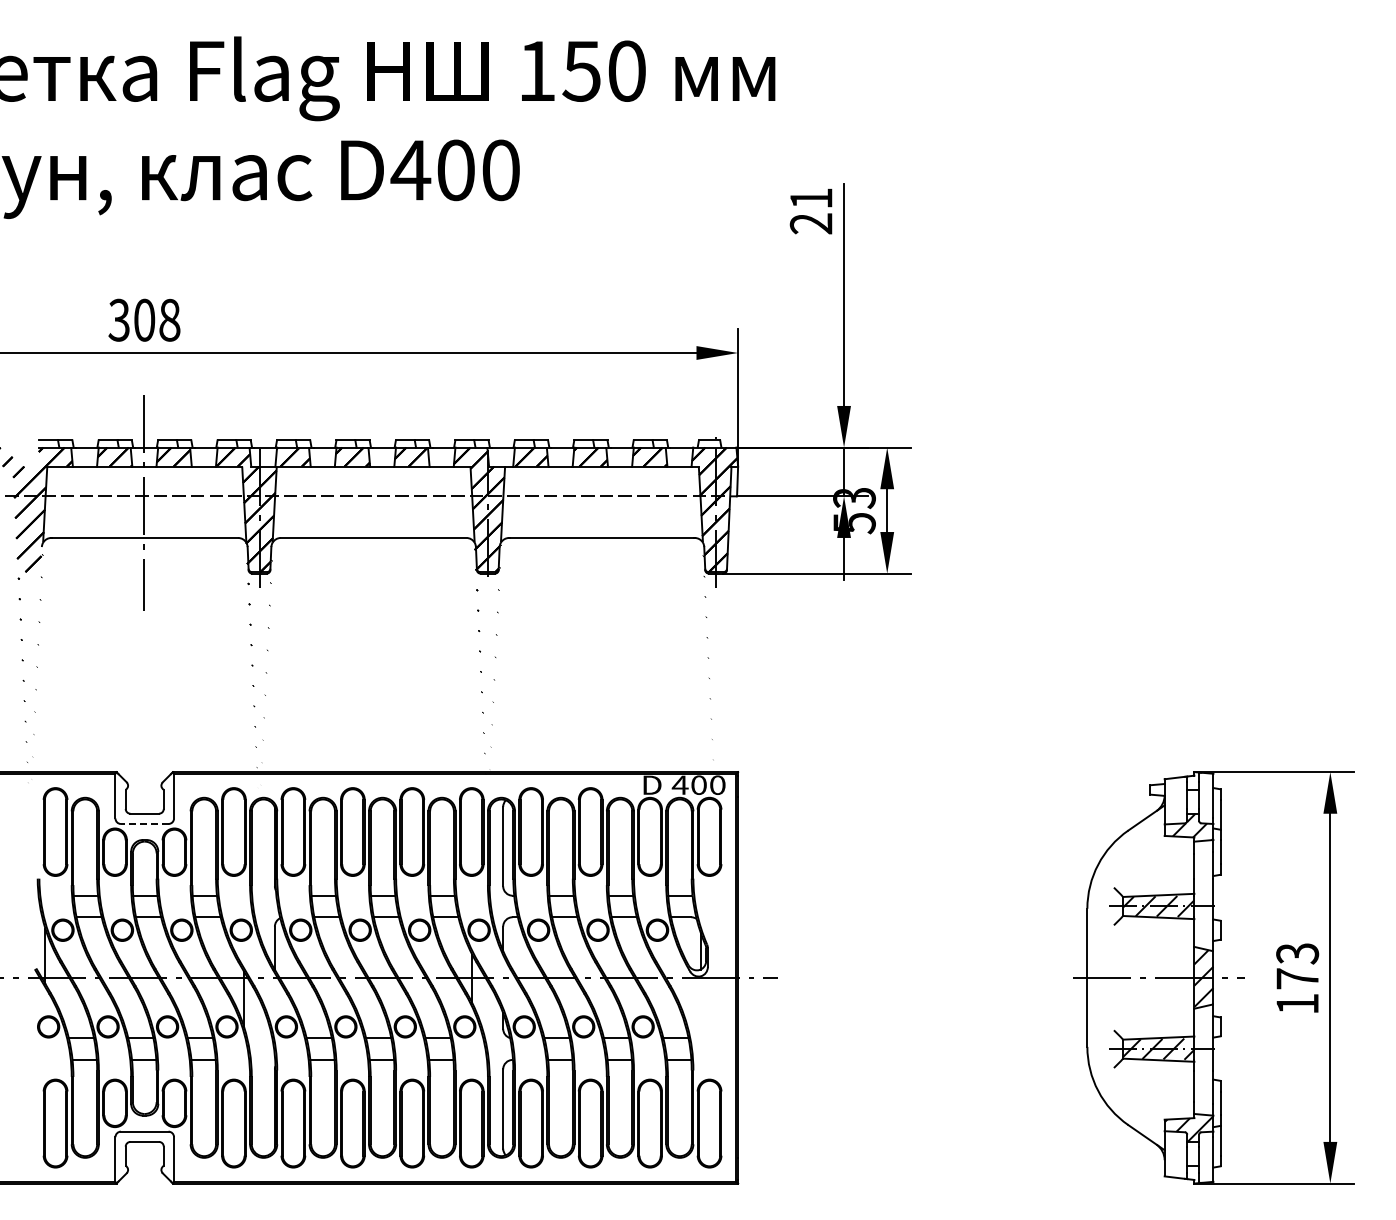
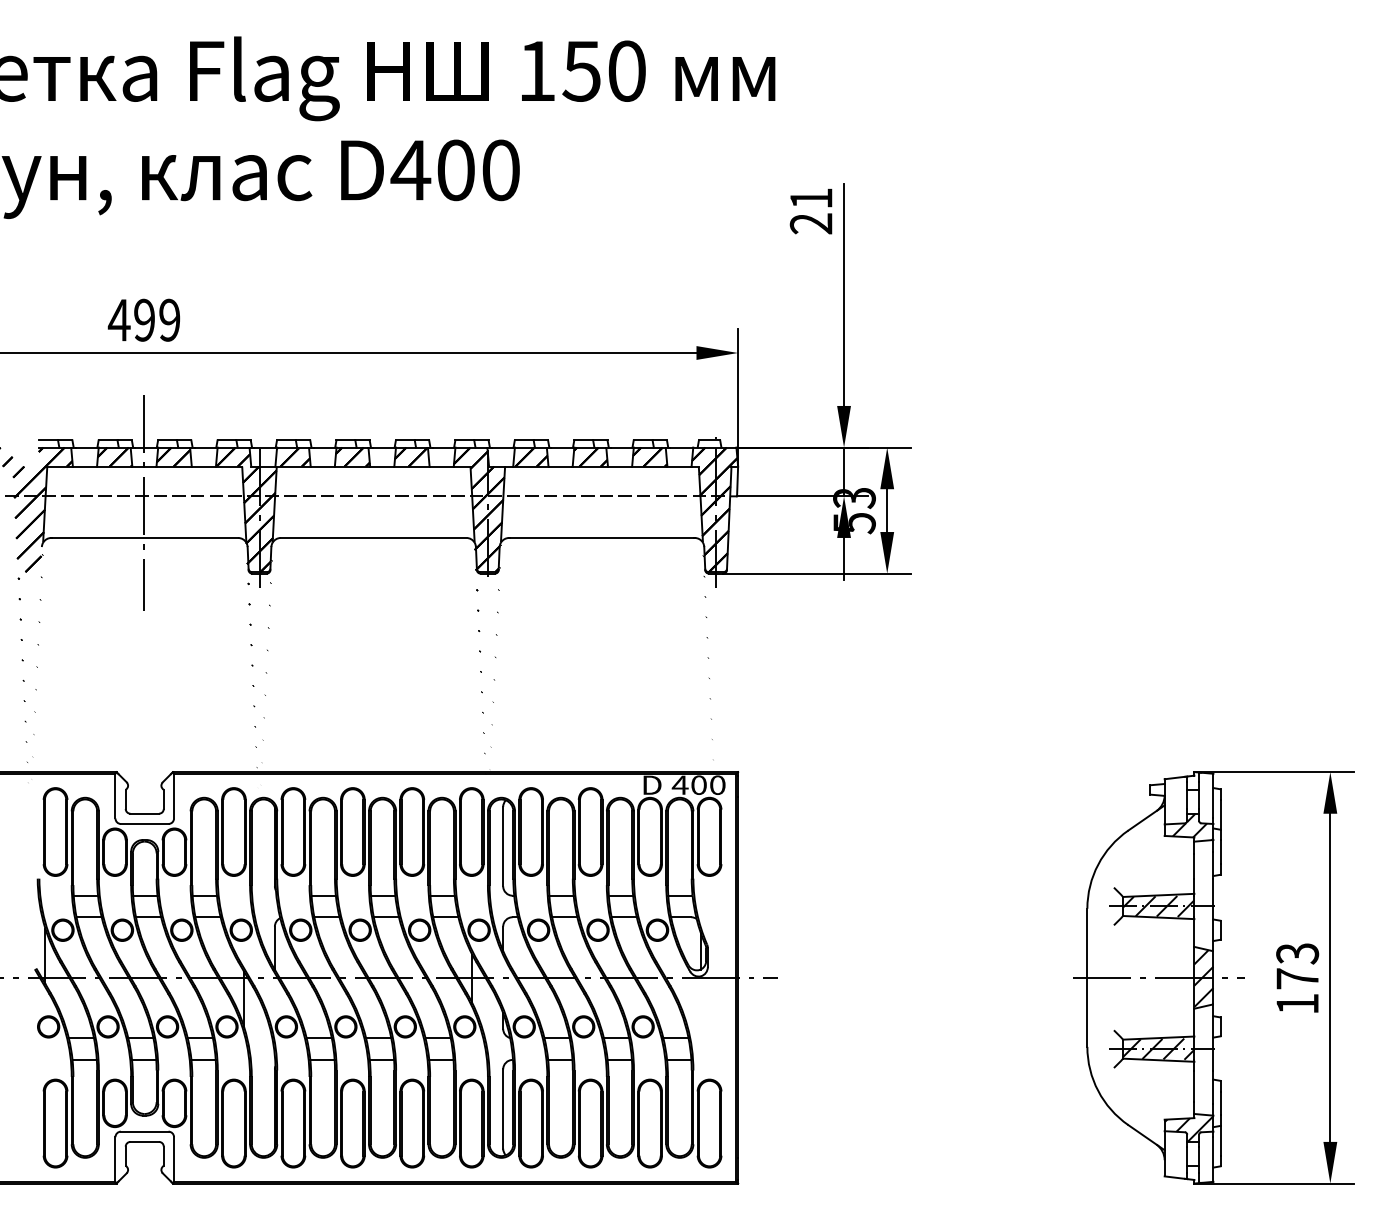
text at (143, 319): 308 -> 499
line at (144, 823): dashed -> solid
